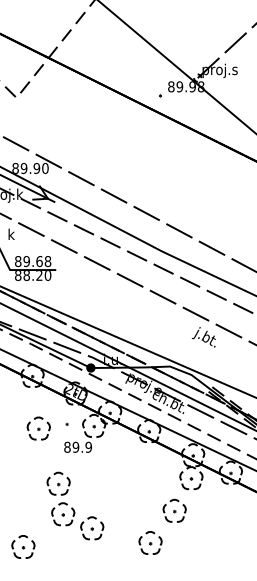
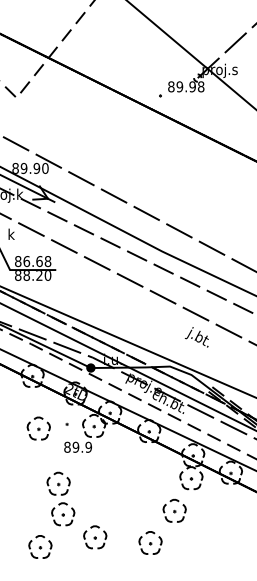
line at (176, 66) position: (176, 66) -> (190, 54)
text at (26, 261): 89.68 -> 86.68
text at (203, 337) position: (203, 337) -> (196, 337)
part at (92, 528) position: (92, 528) -> (95, 537)
part at (23, 546) position: (23, 546) -> (40, 546)
